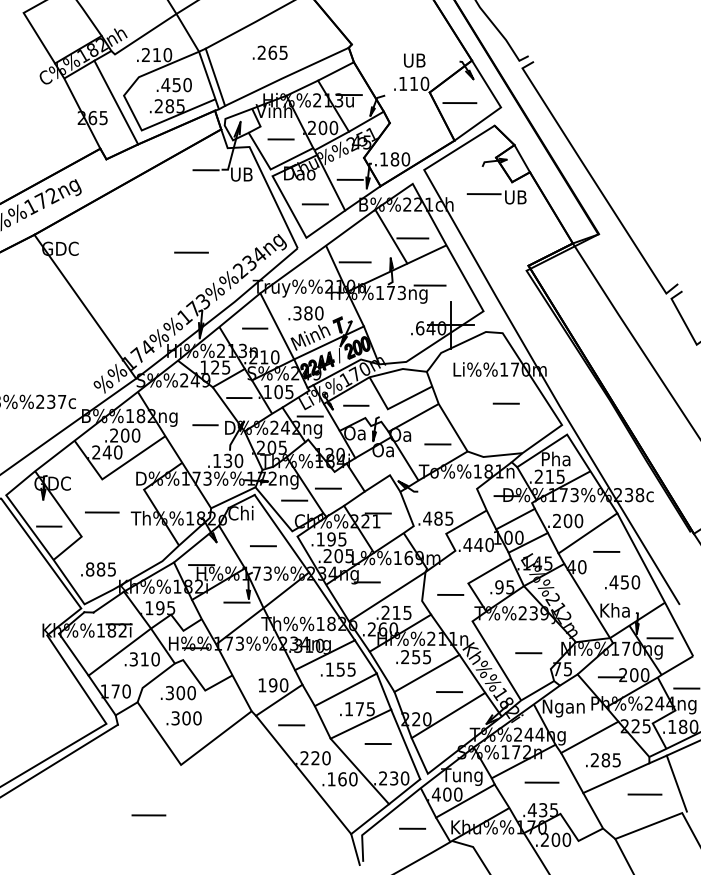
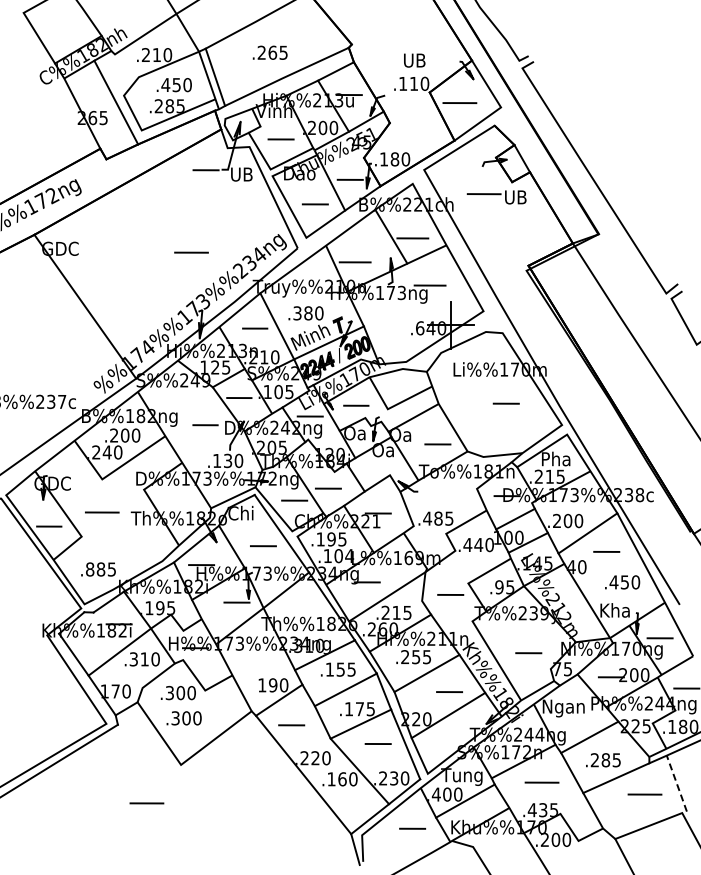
text at (338, 556): .205 -> .104
line at (676, 783): solid -> dashed
line at (148, 815) position: (148, 815) -> (146, 803)
